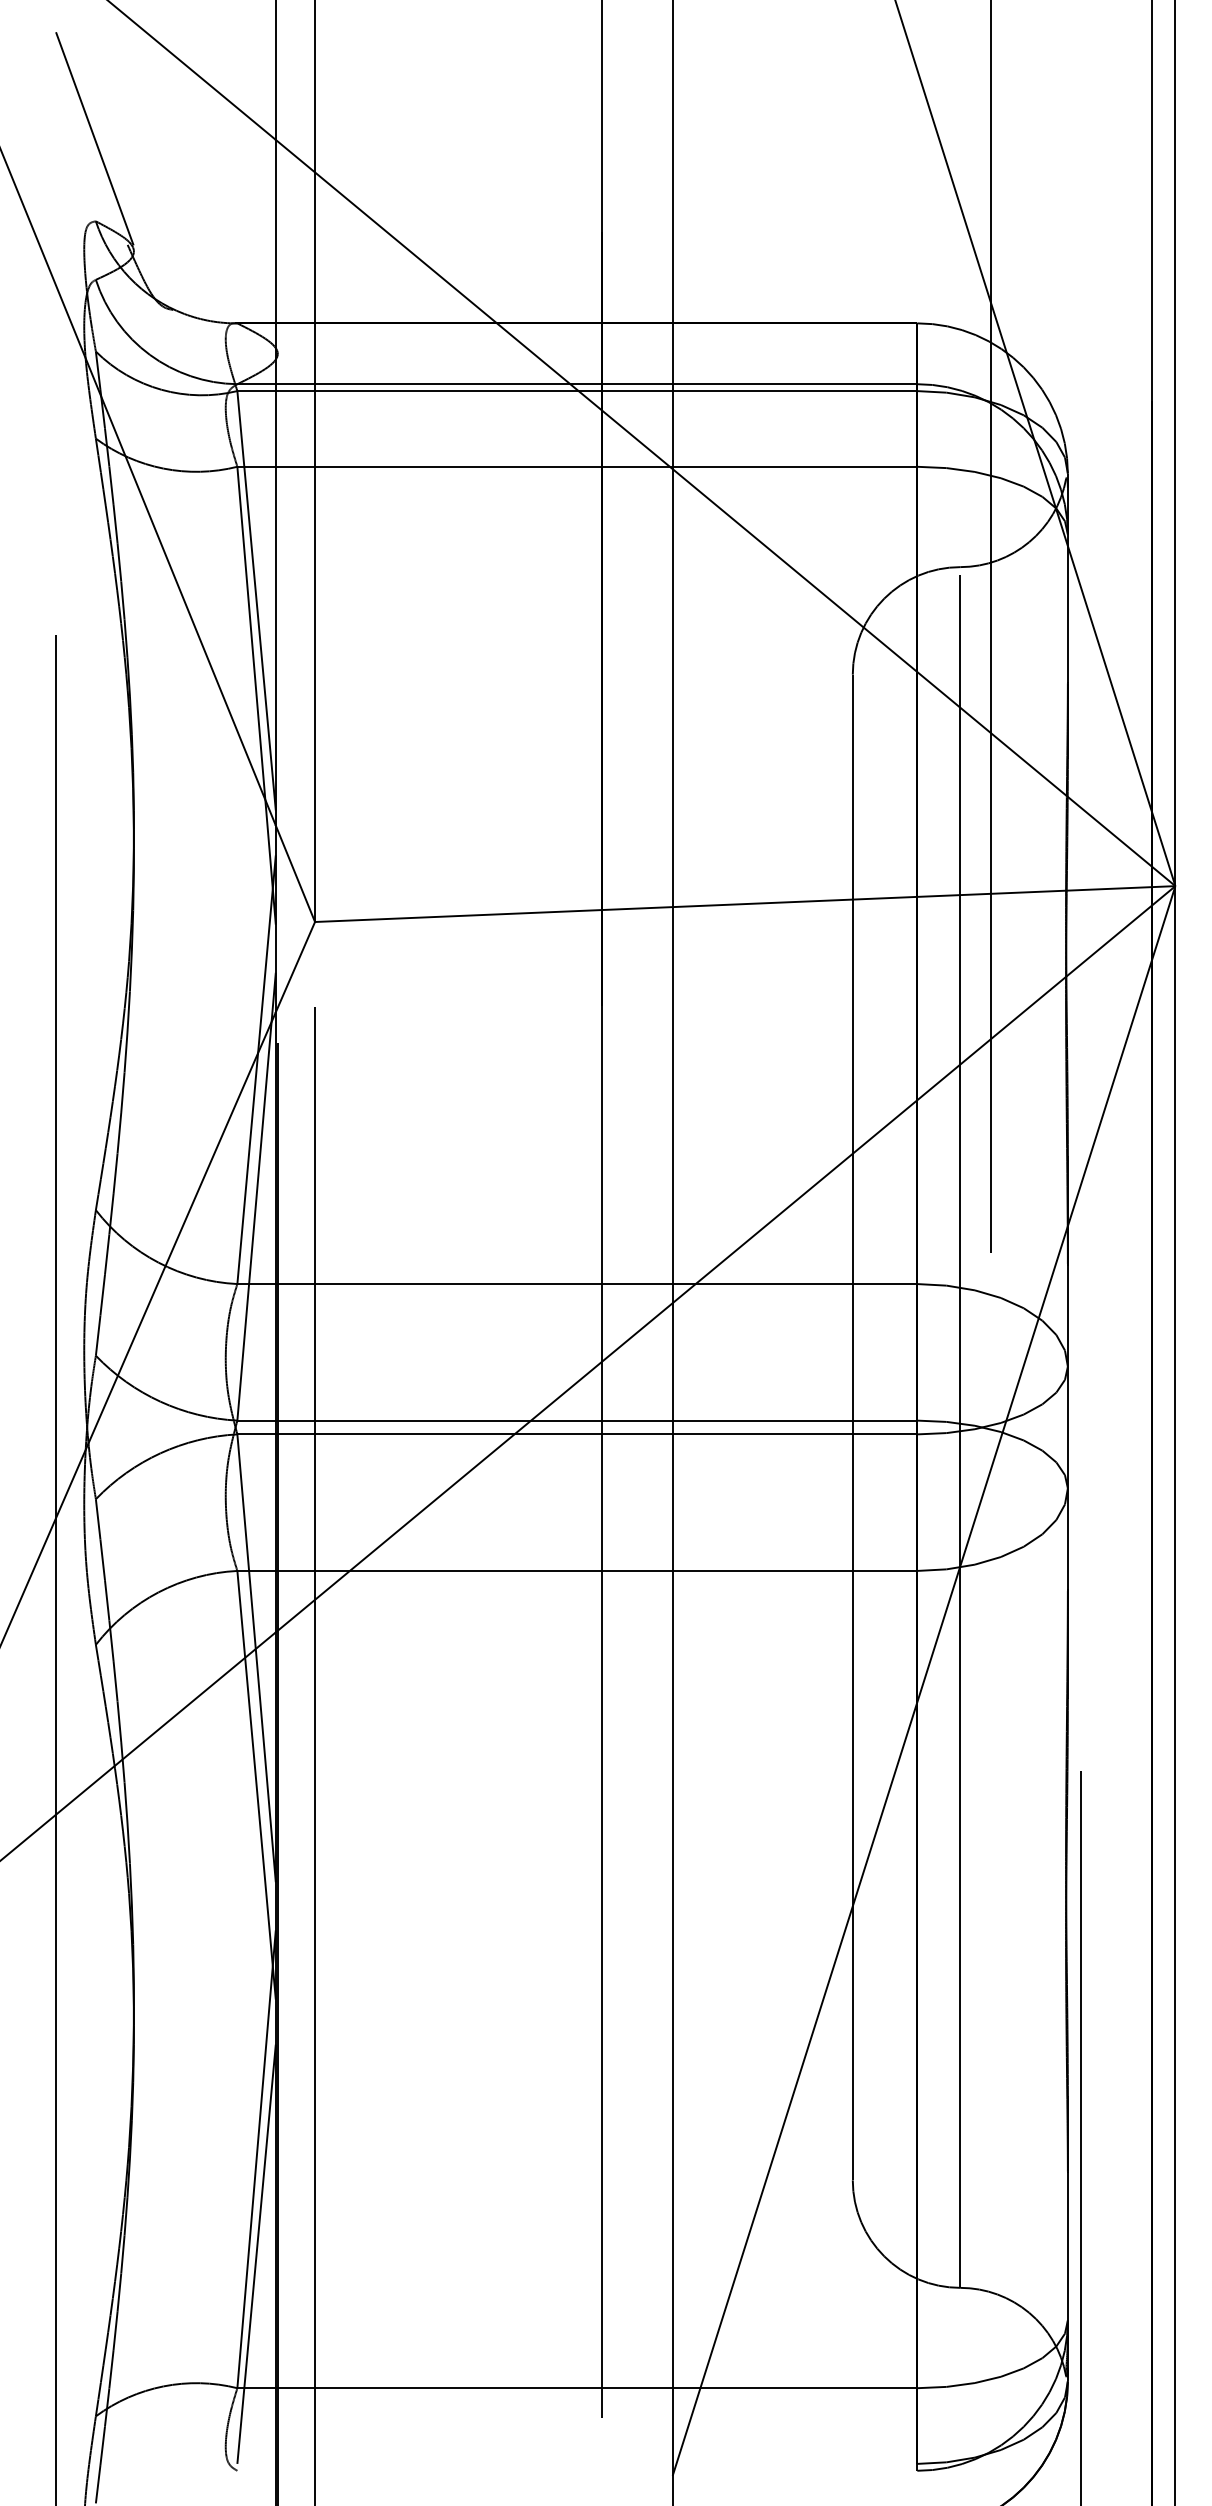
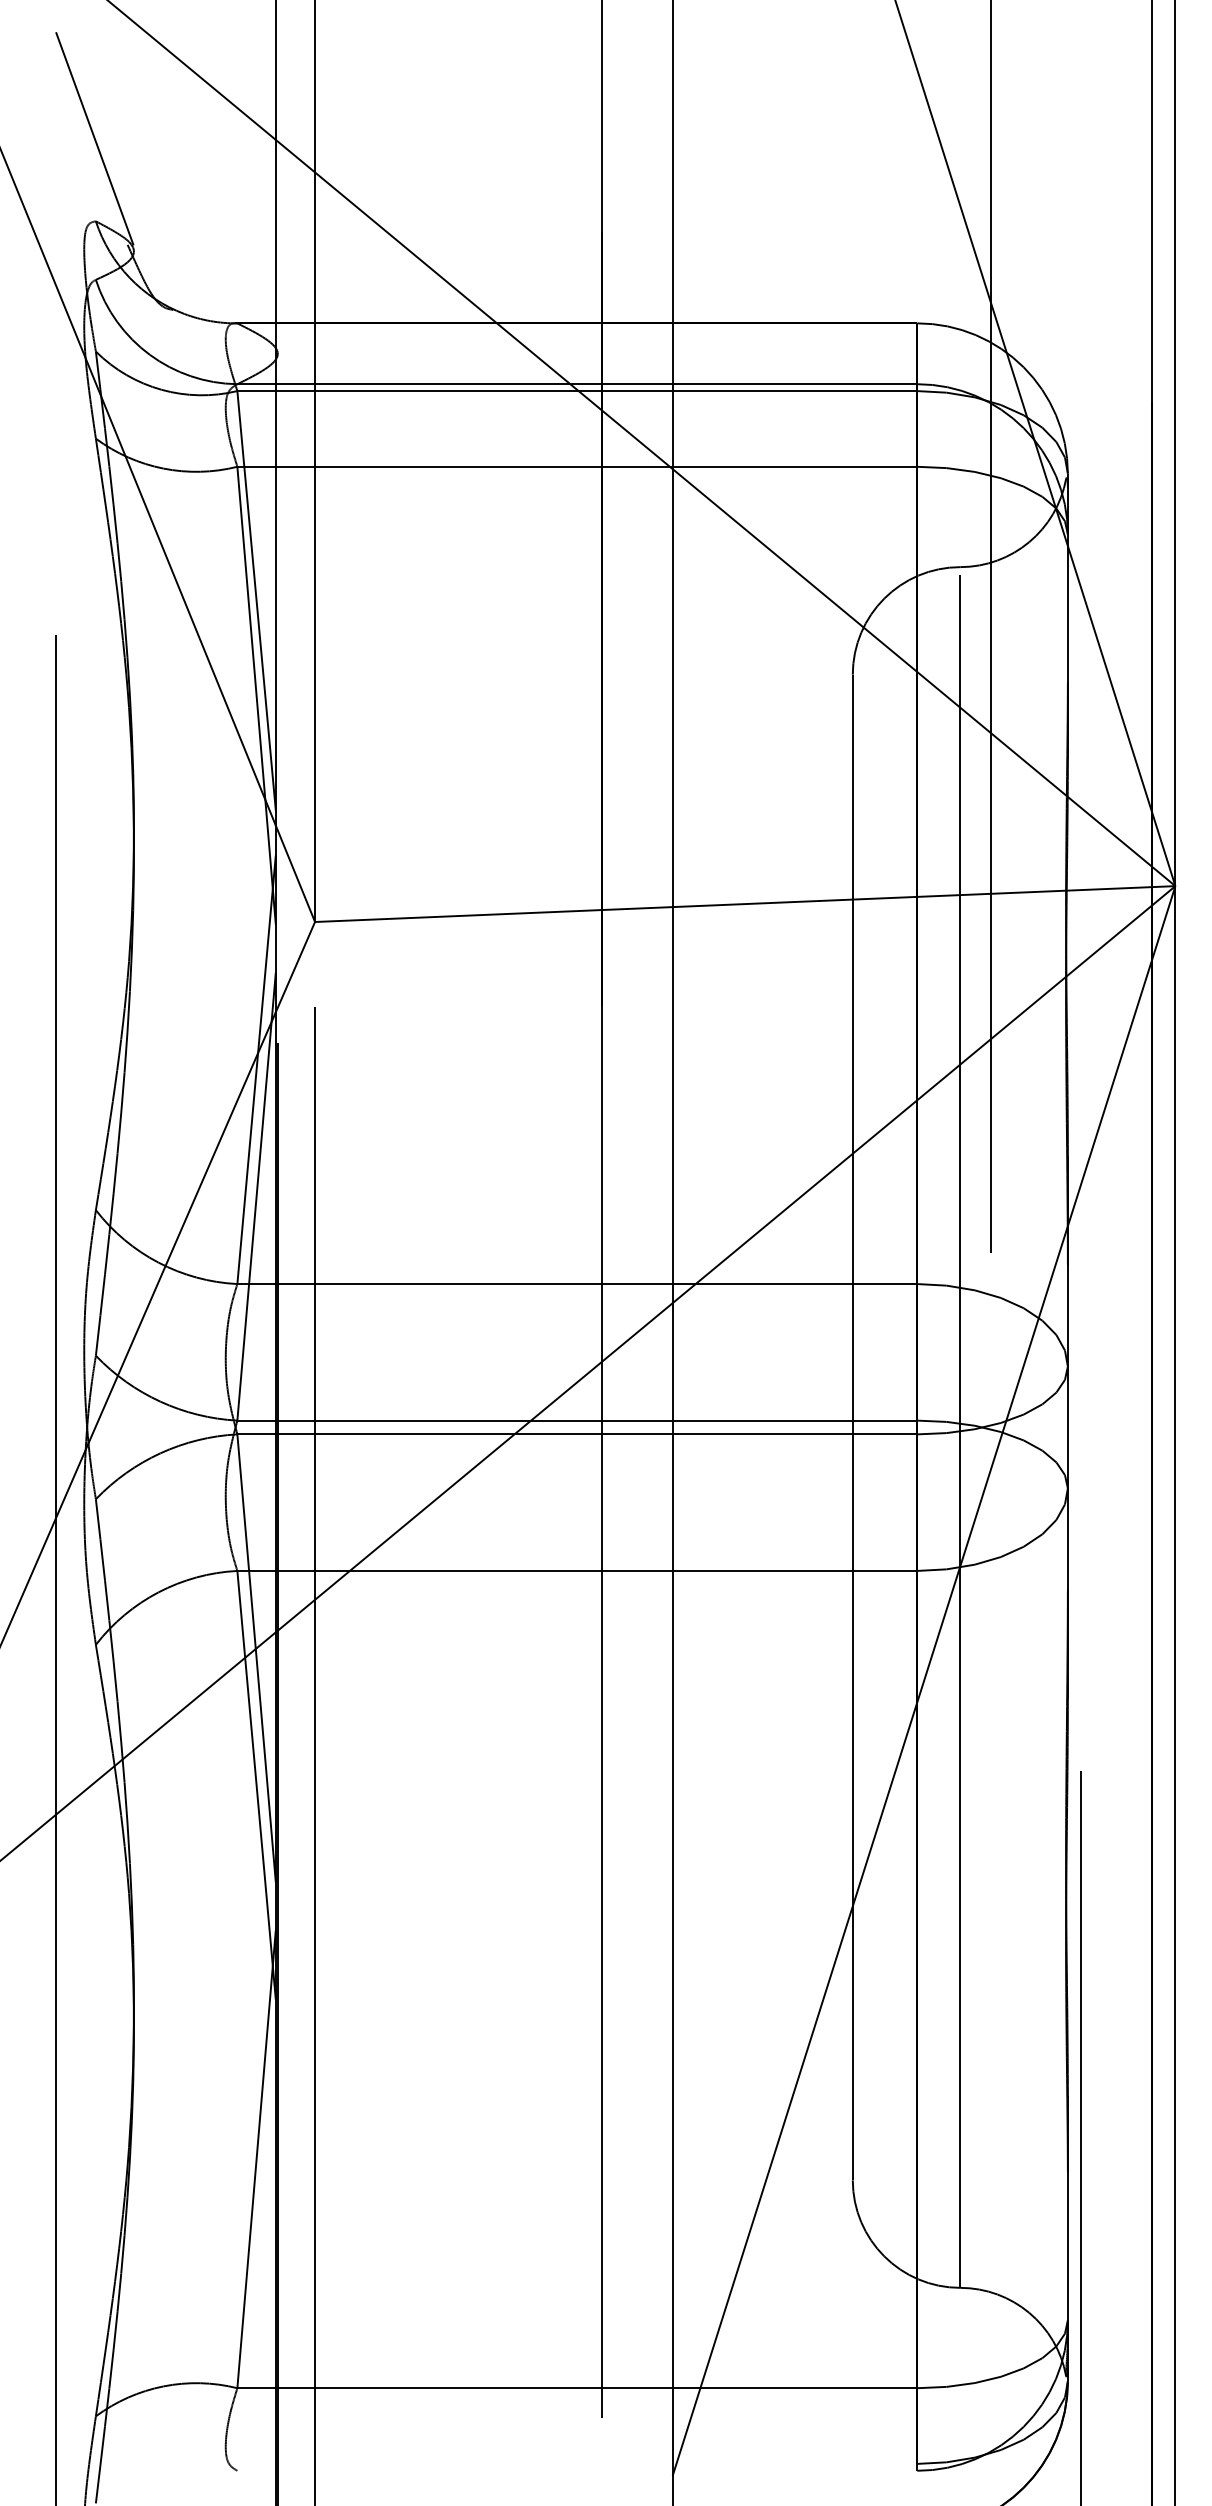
line at (256, 2253): present -> none
